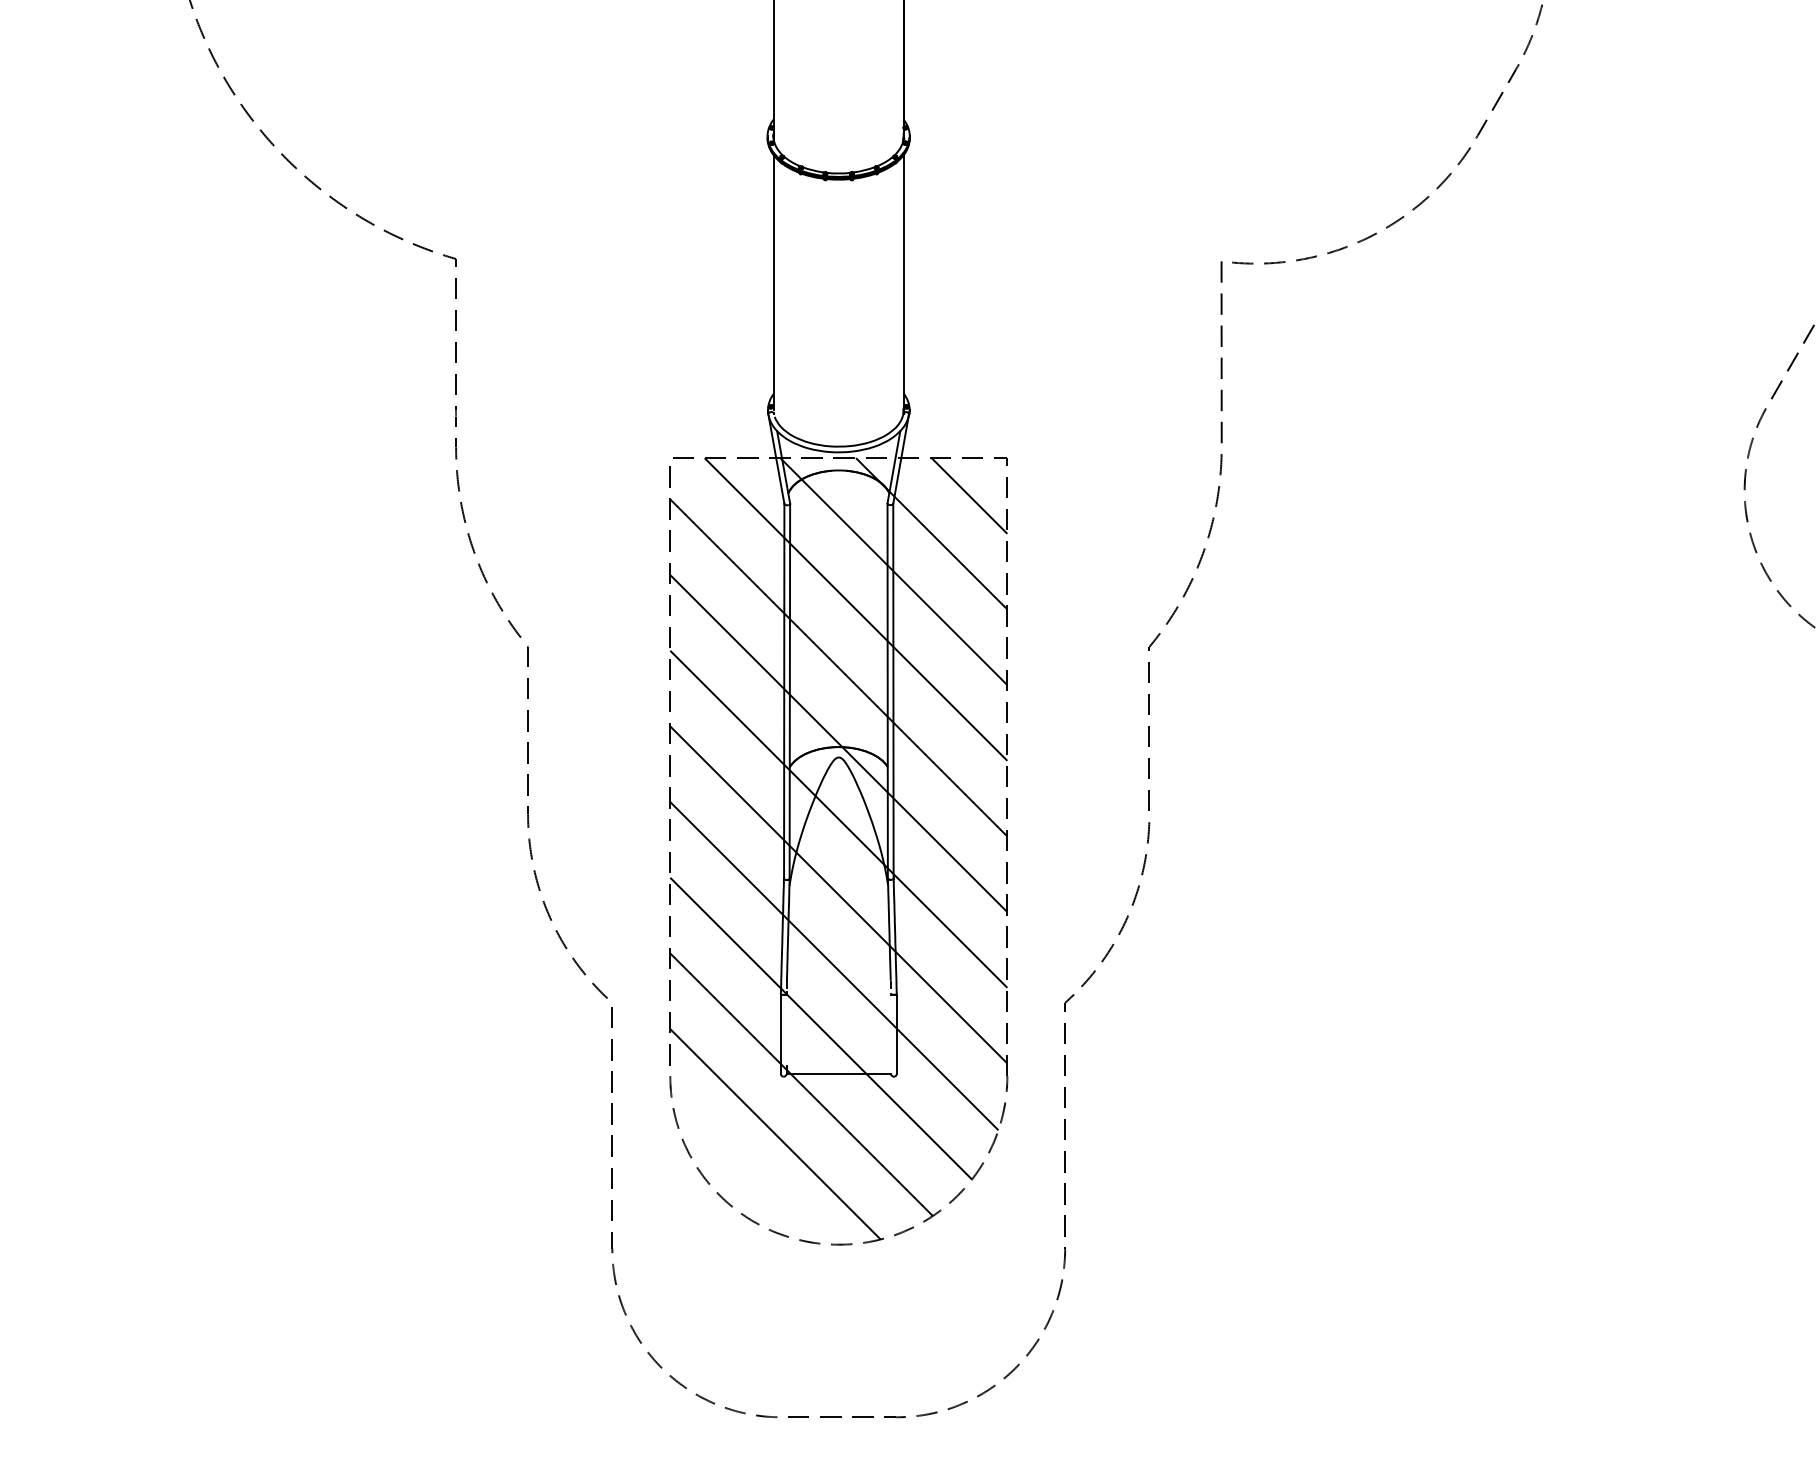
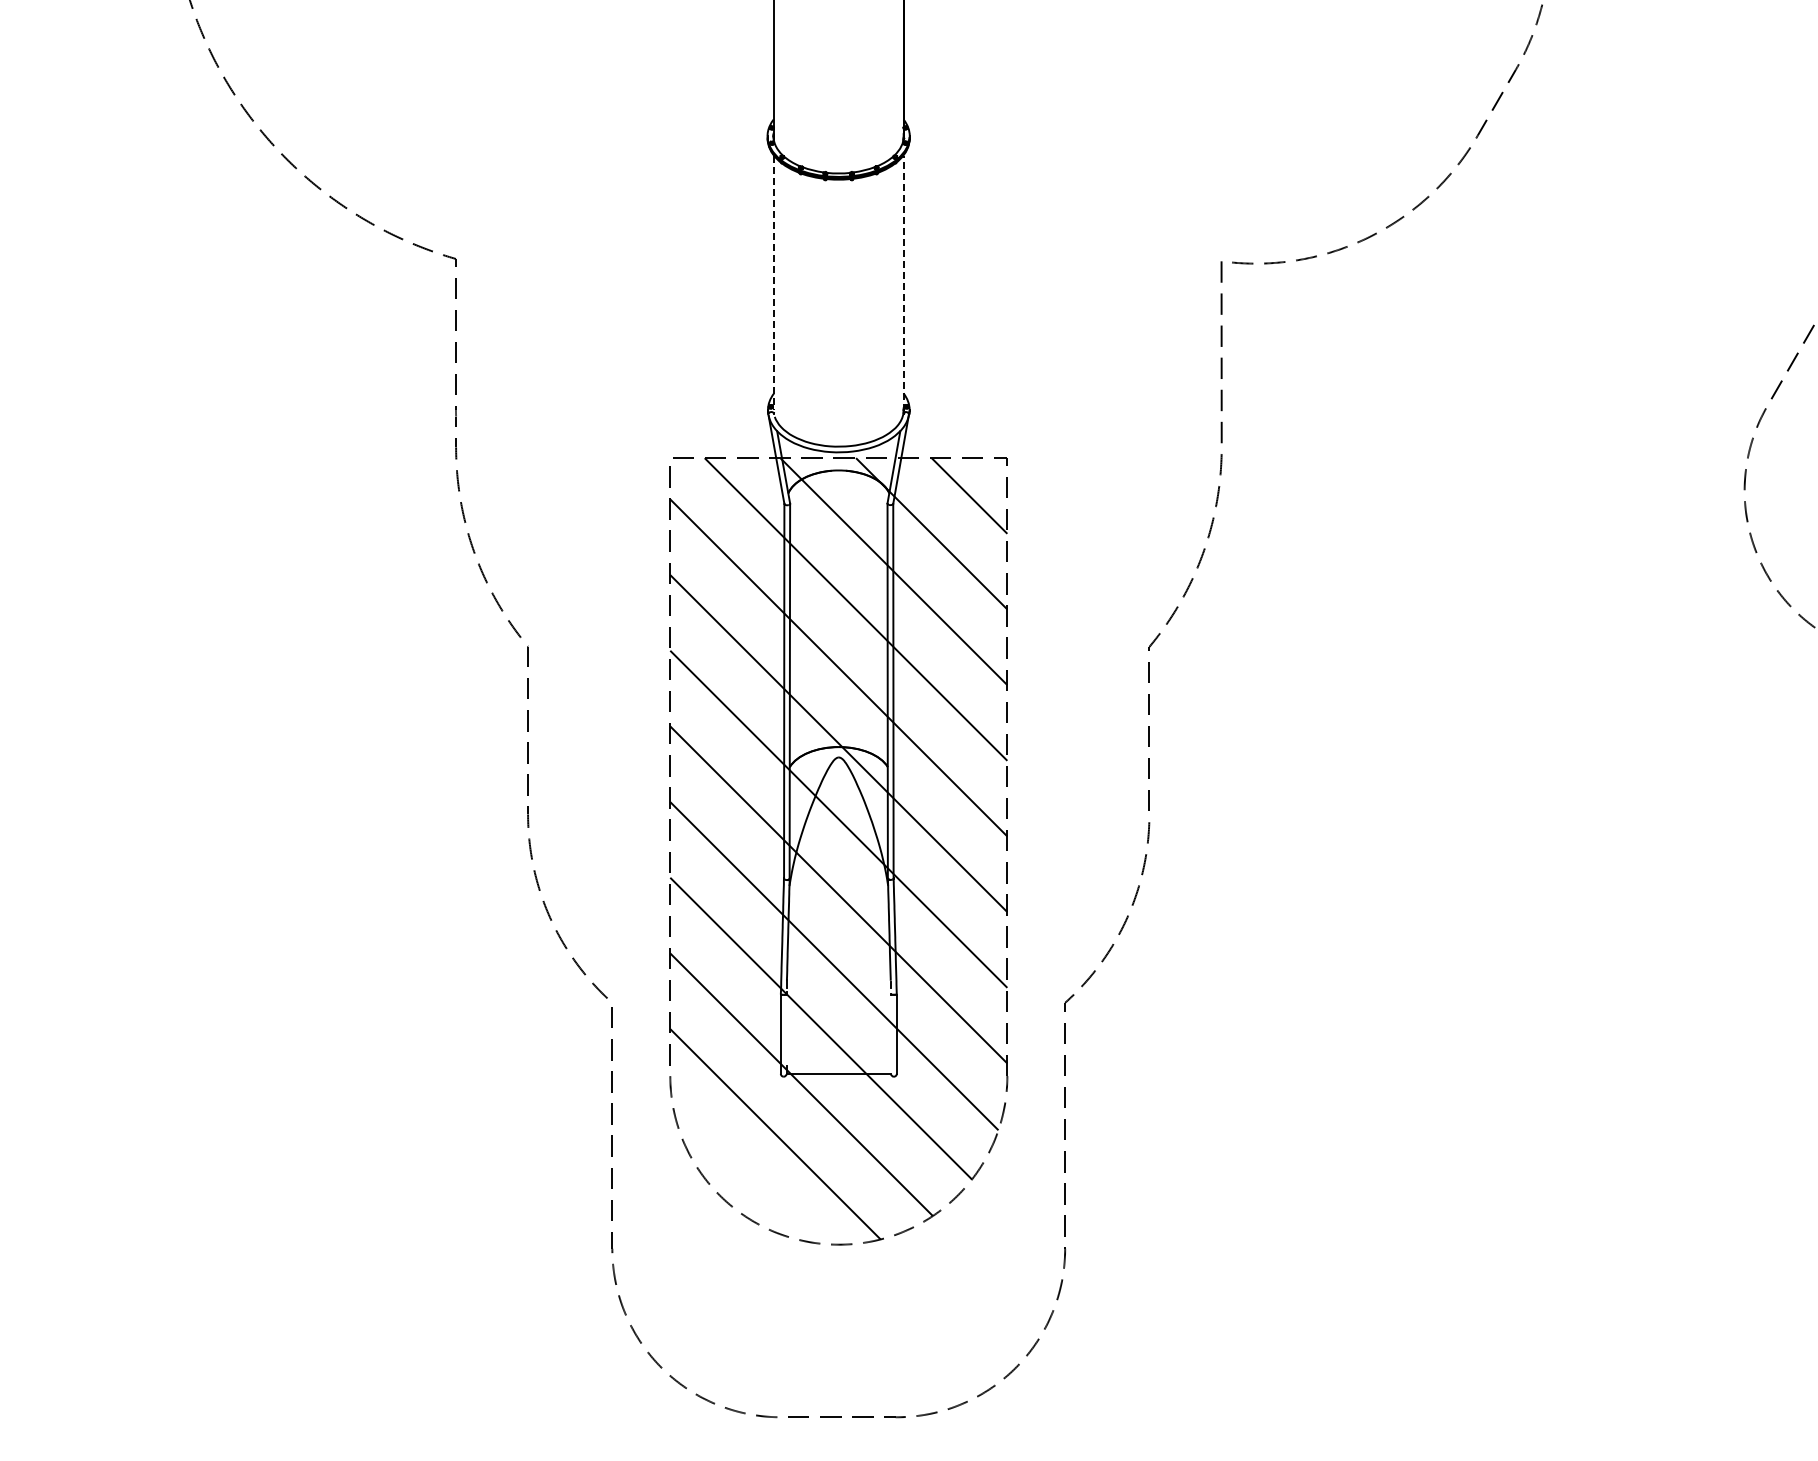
line at (773, 283): solid -> dashed
line at (903, 283): solid -> dashed
